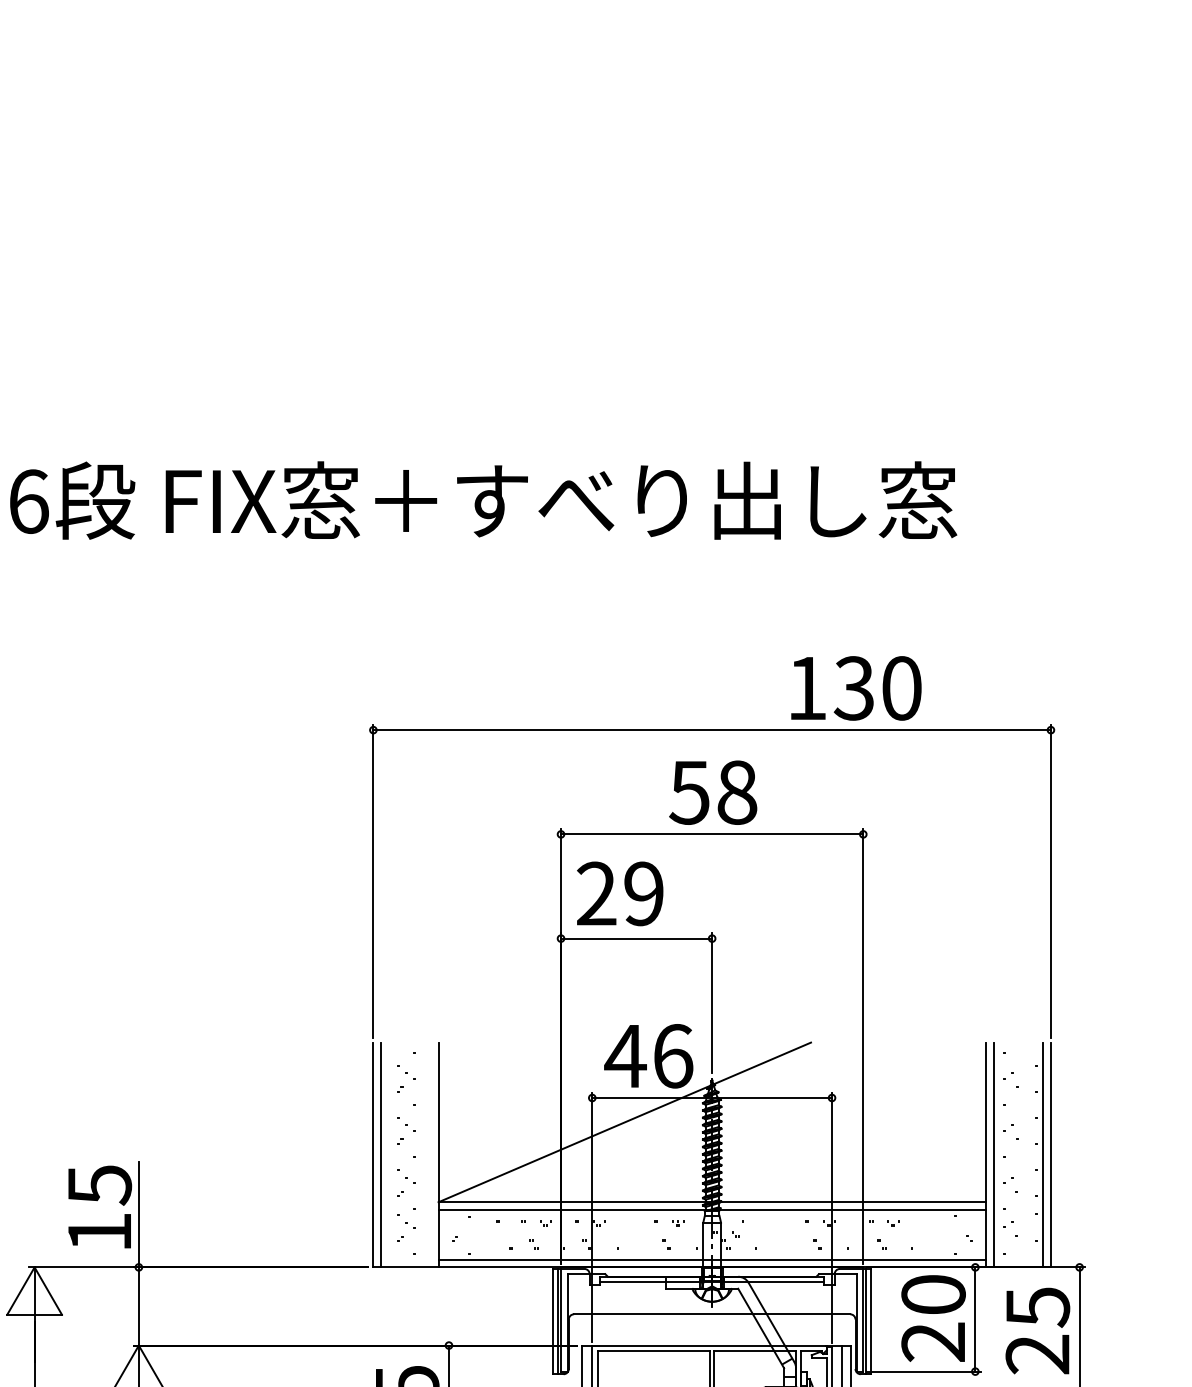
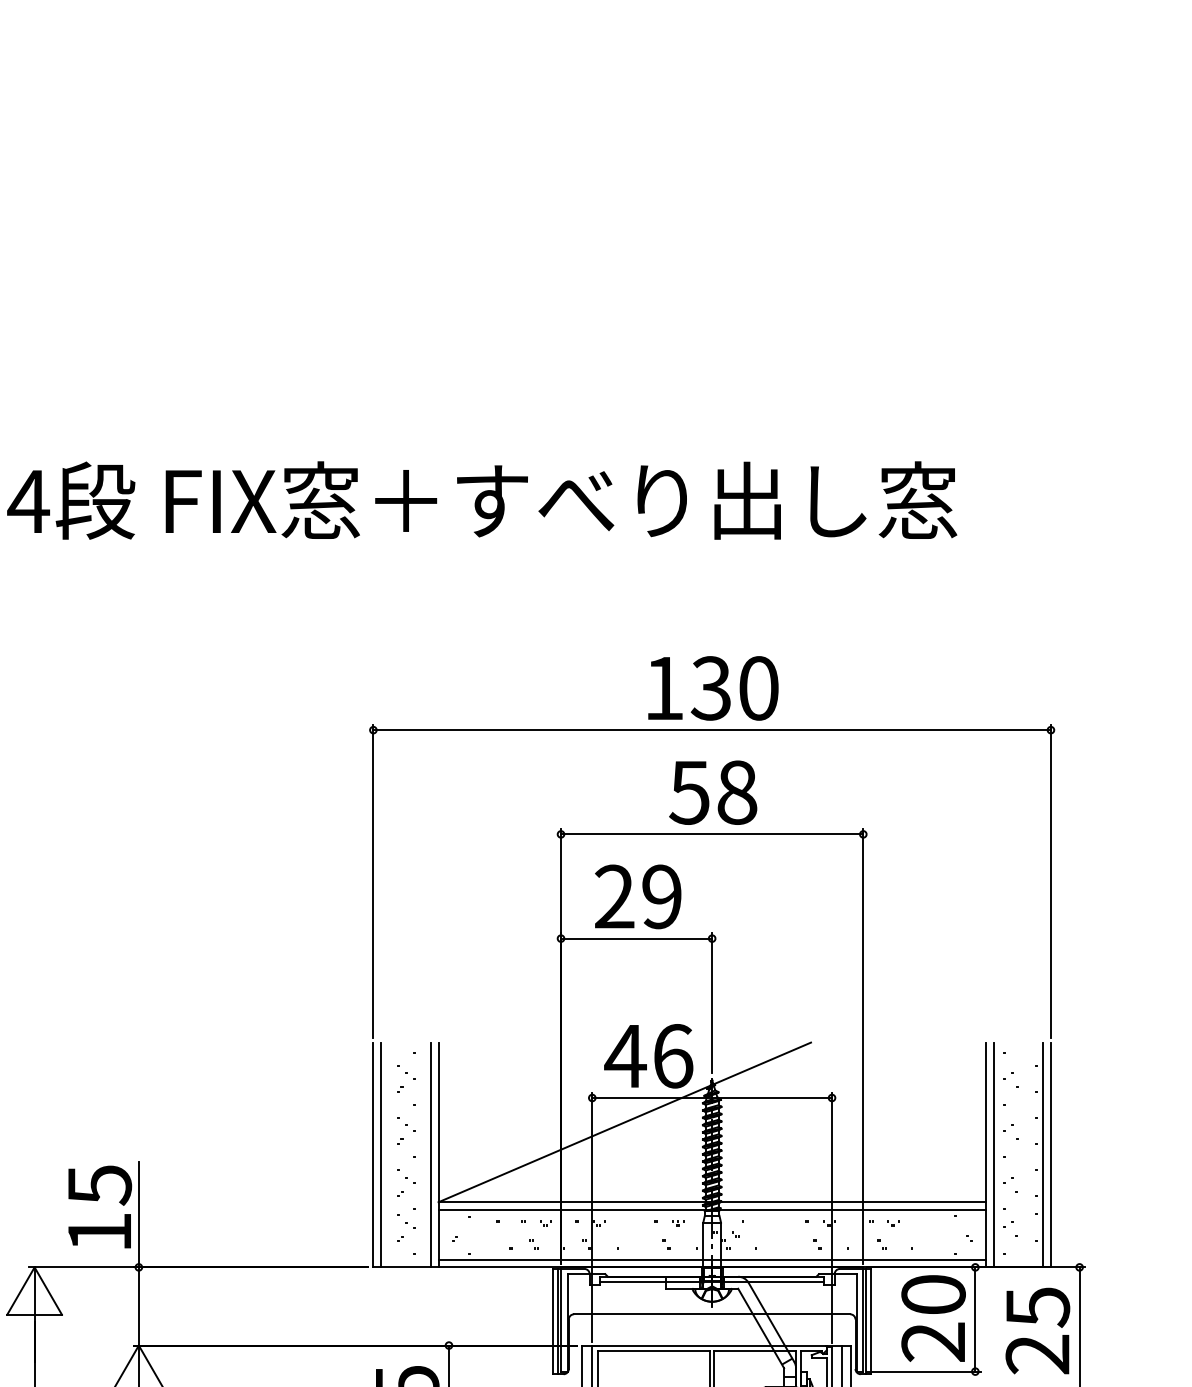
text at (28, 501): 6 -> 4
text at (856, 688) position: (856, 688) -> (713, 688)
text at (620, 893) position: (620, 893) -> (638, 896)
line at (430, 1154): none -> present
